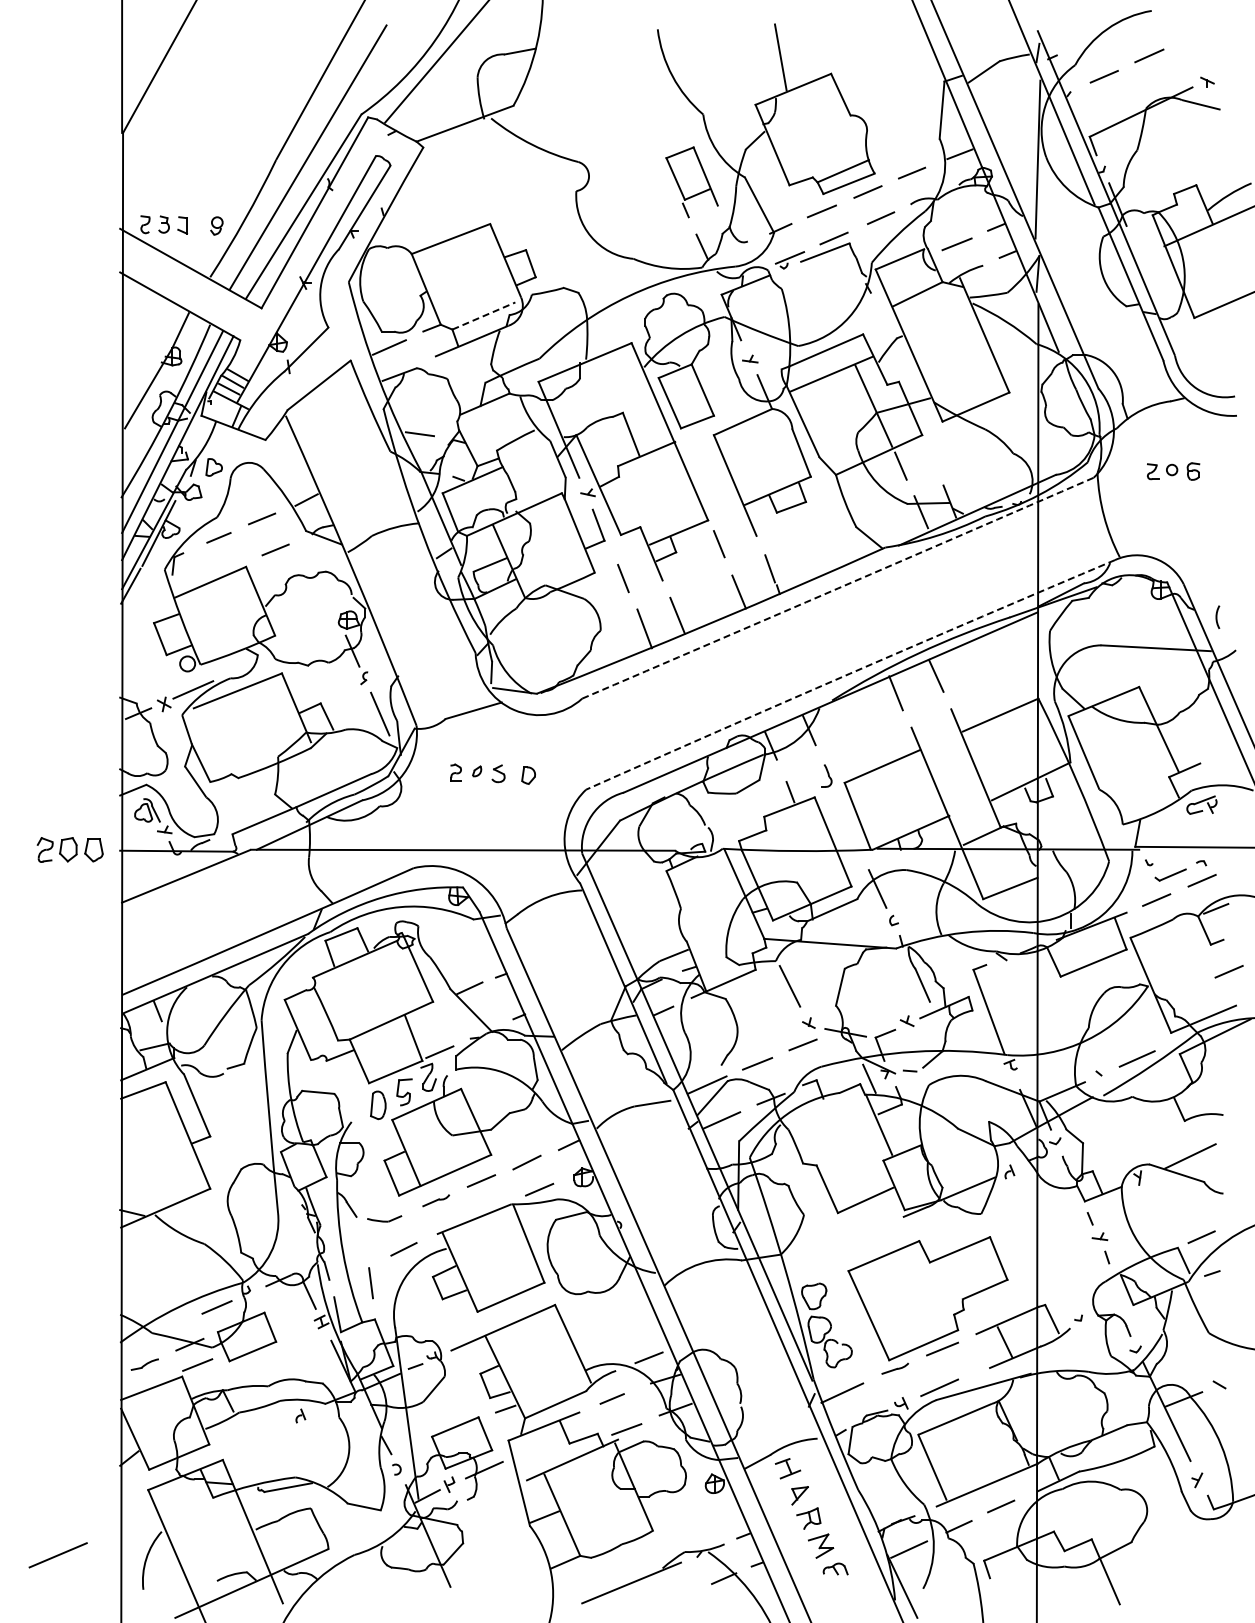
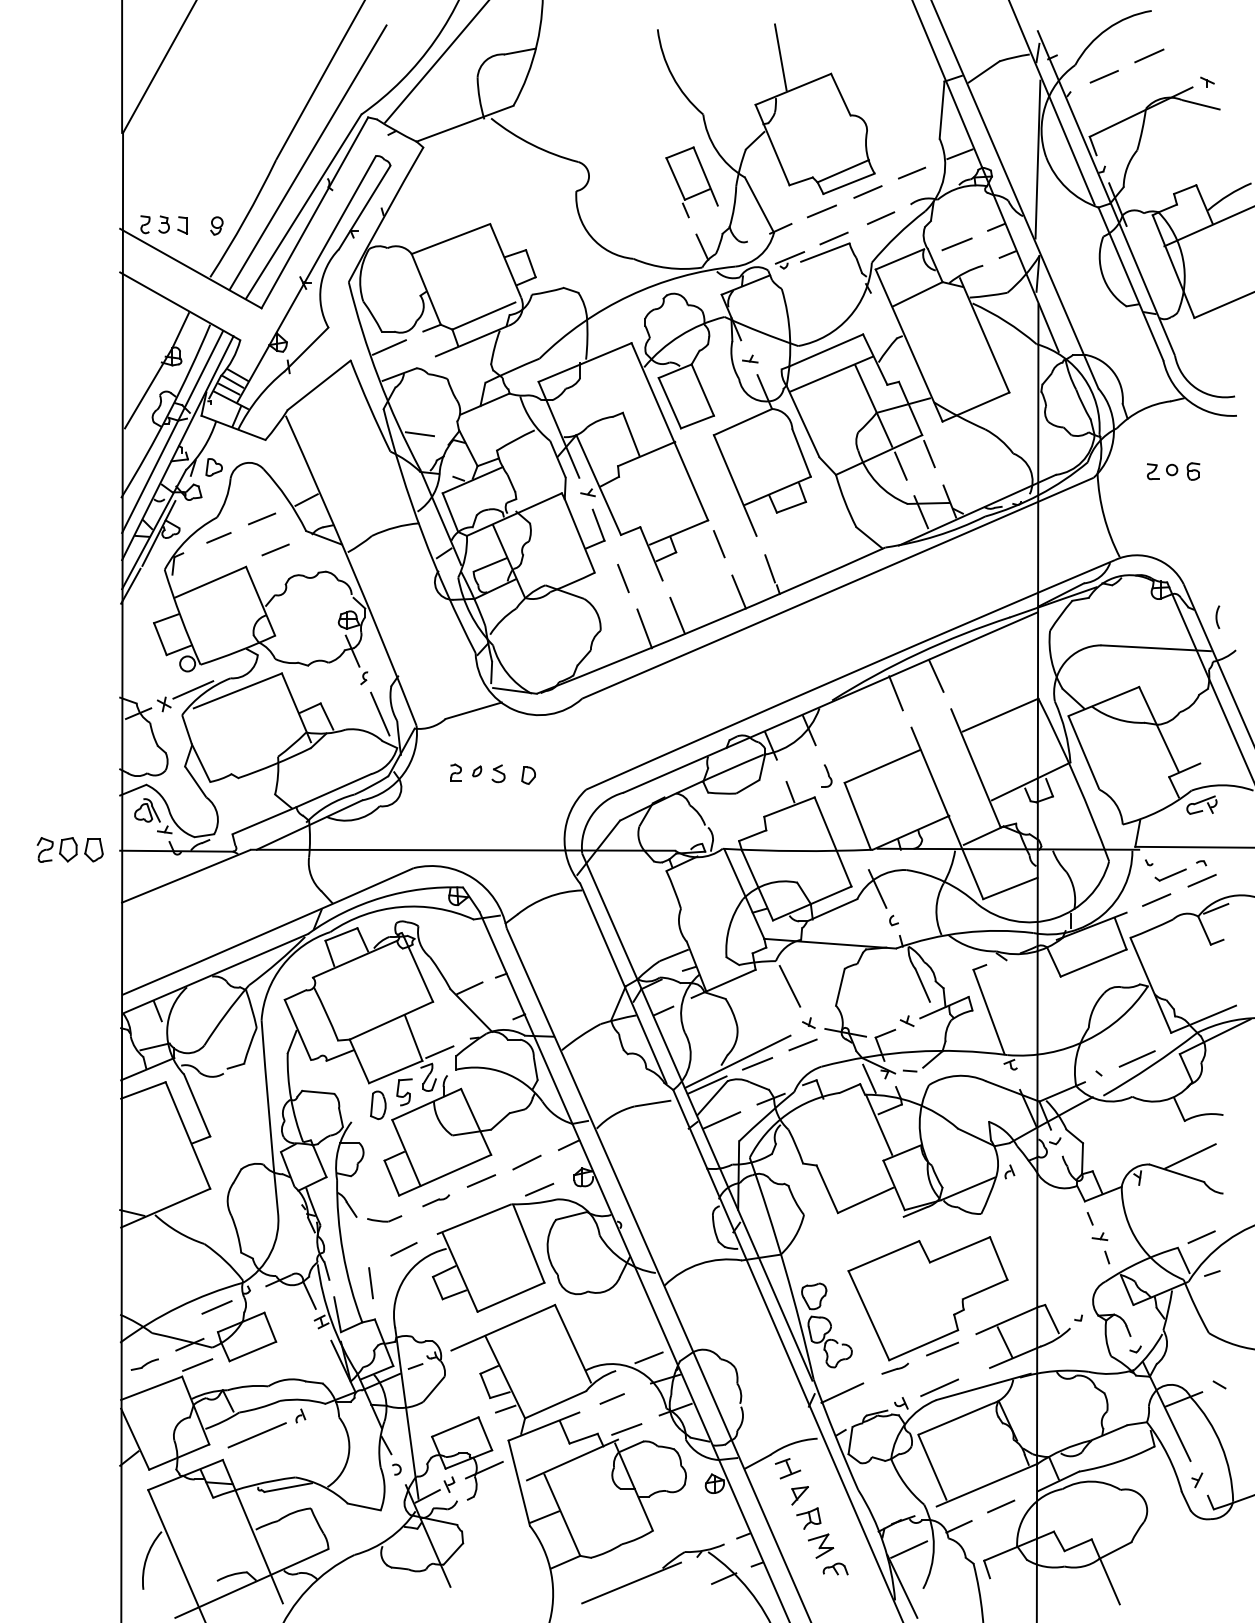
line at (484, 315): dashed -> solid
line at (929, 453): none -> present
arc at (838, 588): dashed -> solid
arc at (850, 673): dashed -> solid
line at (1228, 971): present -> none
line at (737, 1061): none -> present
line at (57, 1555) position: (57, 1555) -> (256, 1435)
